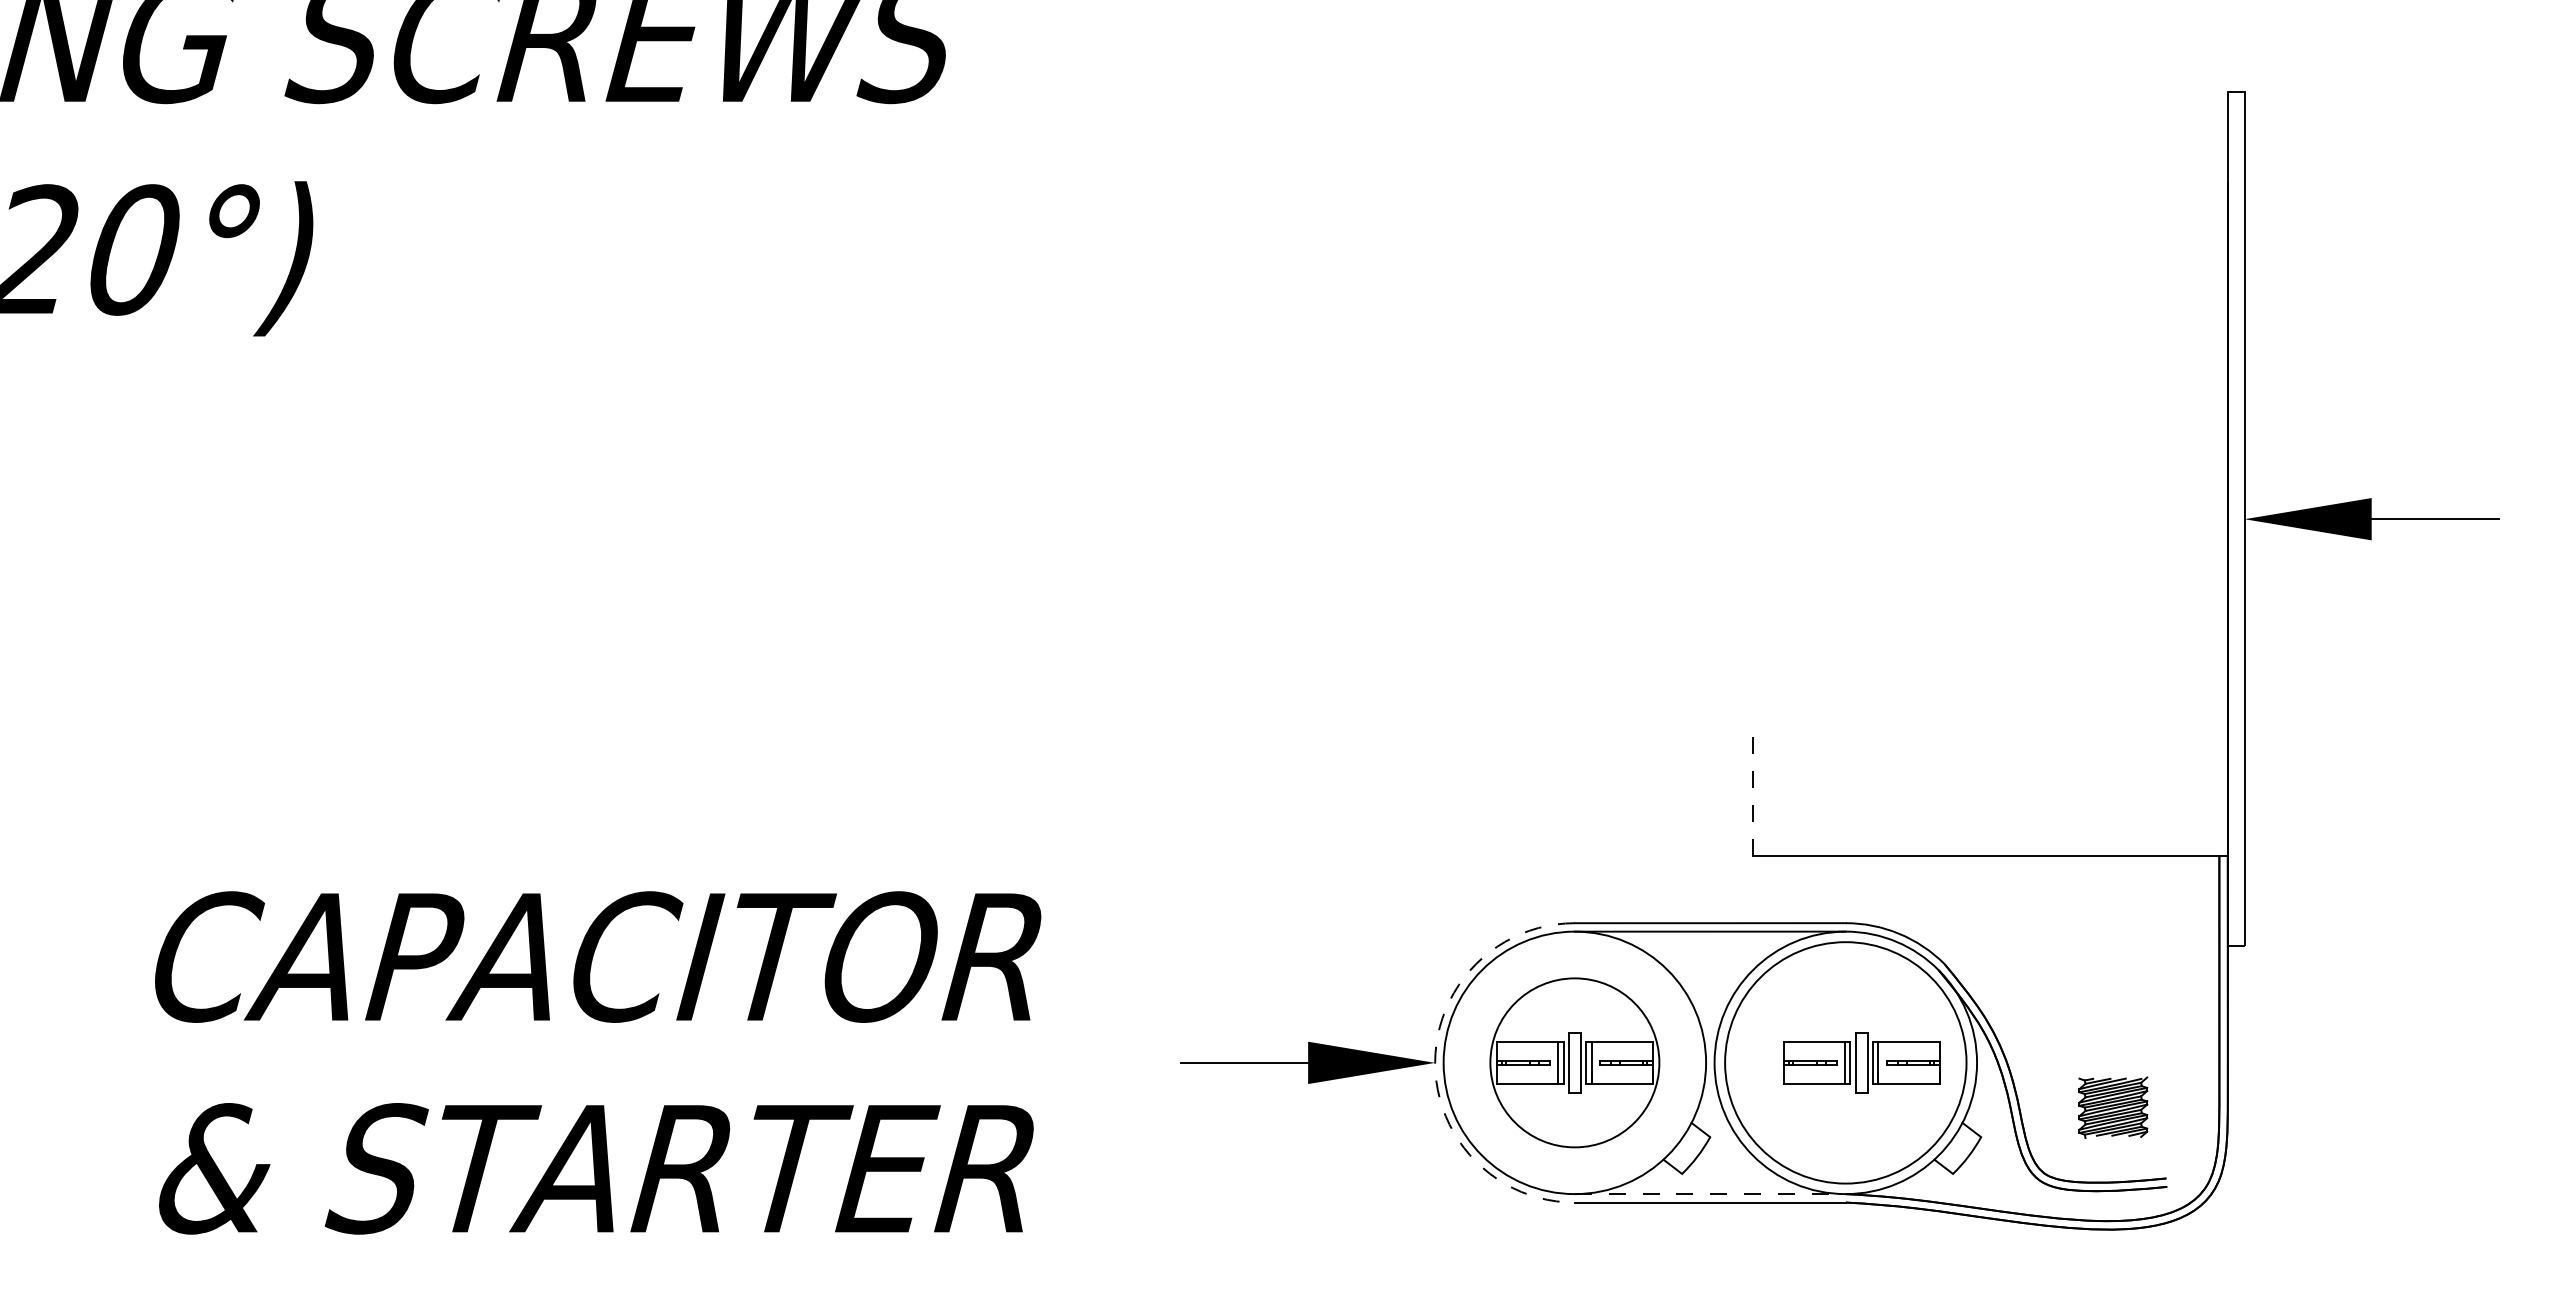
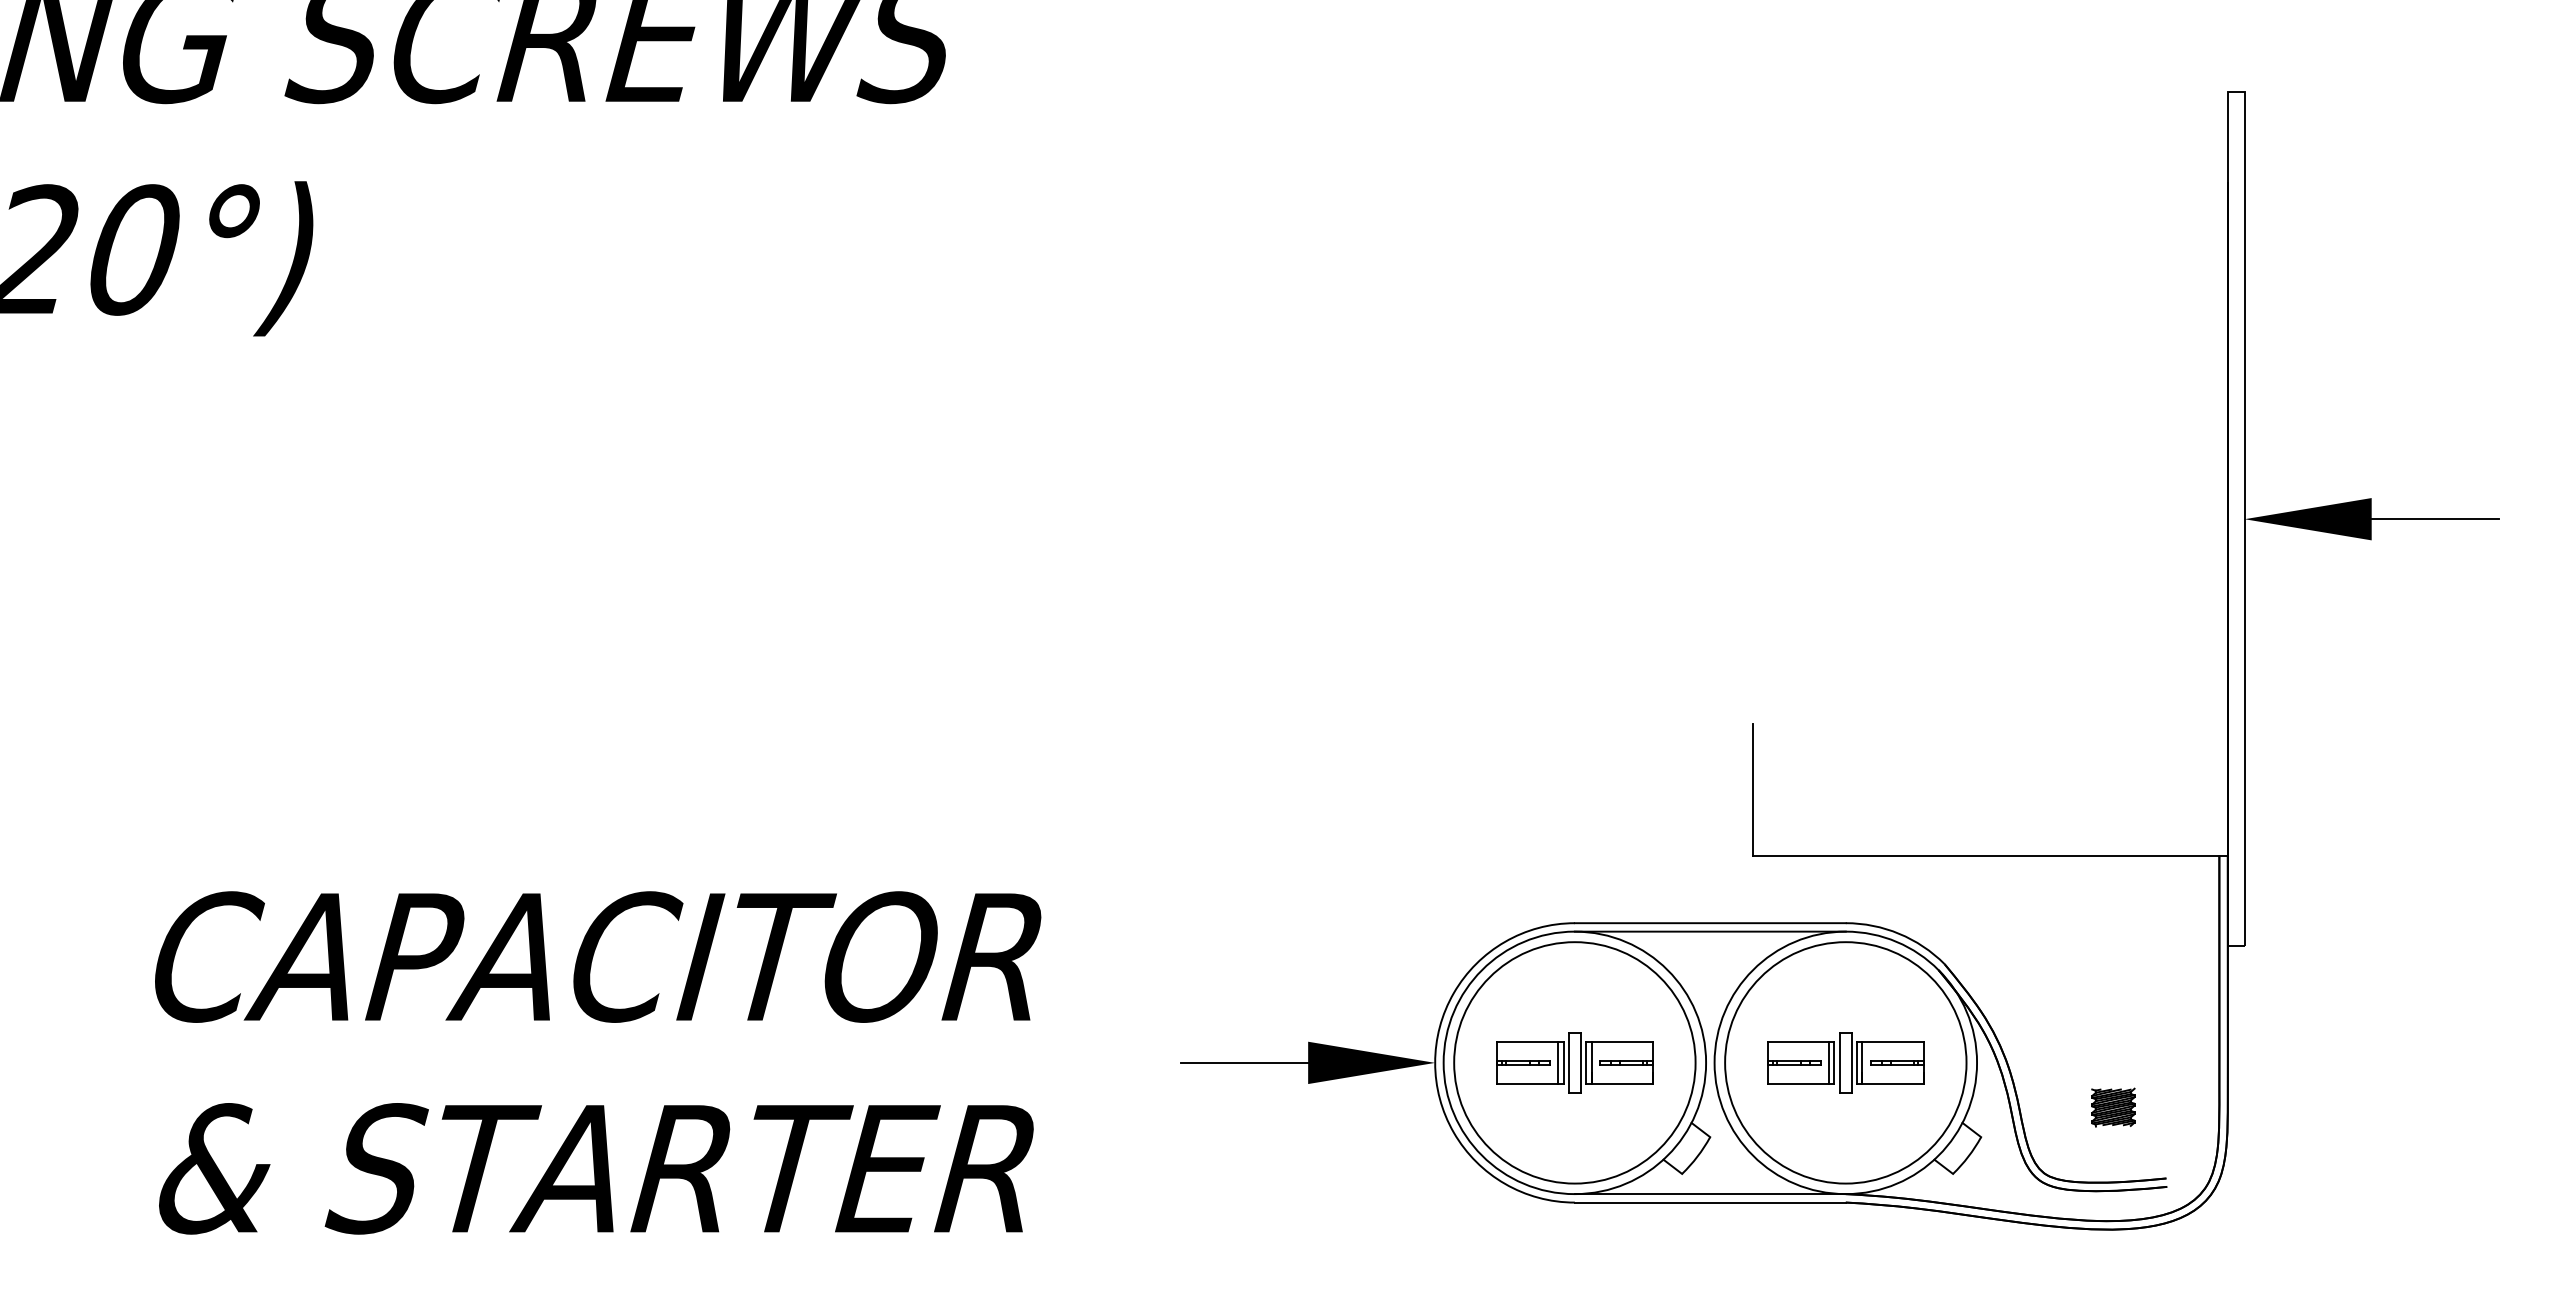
line at (1752, 790): dashed -> solid
arc at (1435, 1062): dashed -> solid
circle at (1574, 1062) diameter: 169 px -> 241 px
part at (1861, 1062) position: (1861, 1062) -> (1845, 1062)
part at (2113, 1107) size: 71x63 px -> 45x41 px
line at (1710, 1194): dashed -> solid
